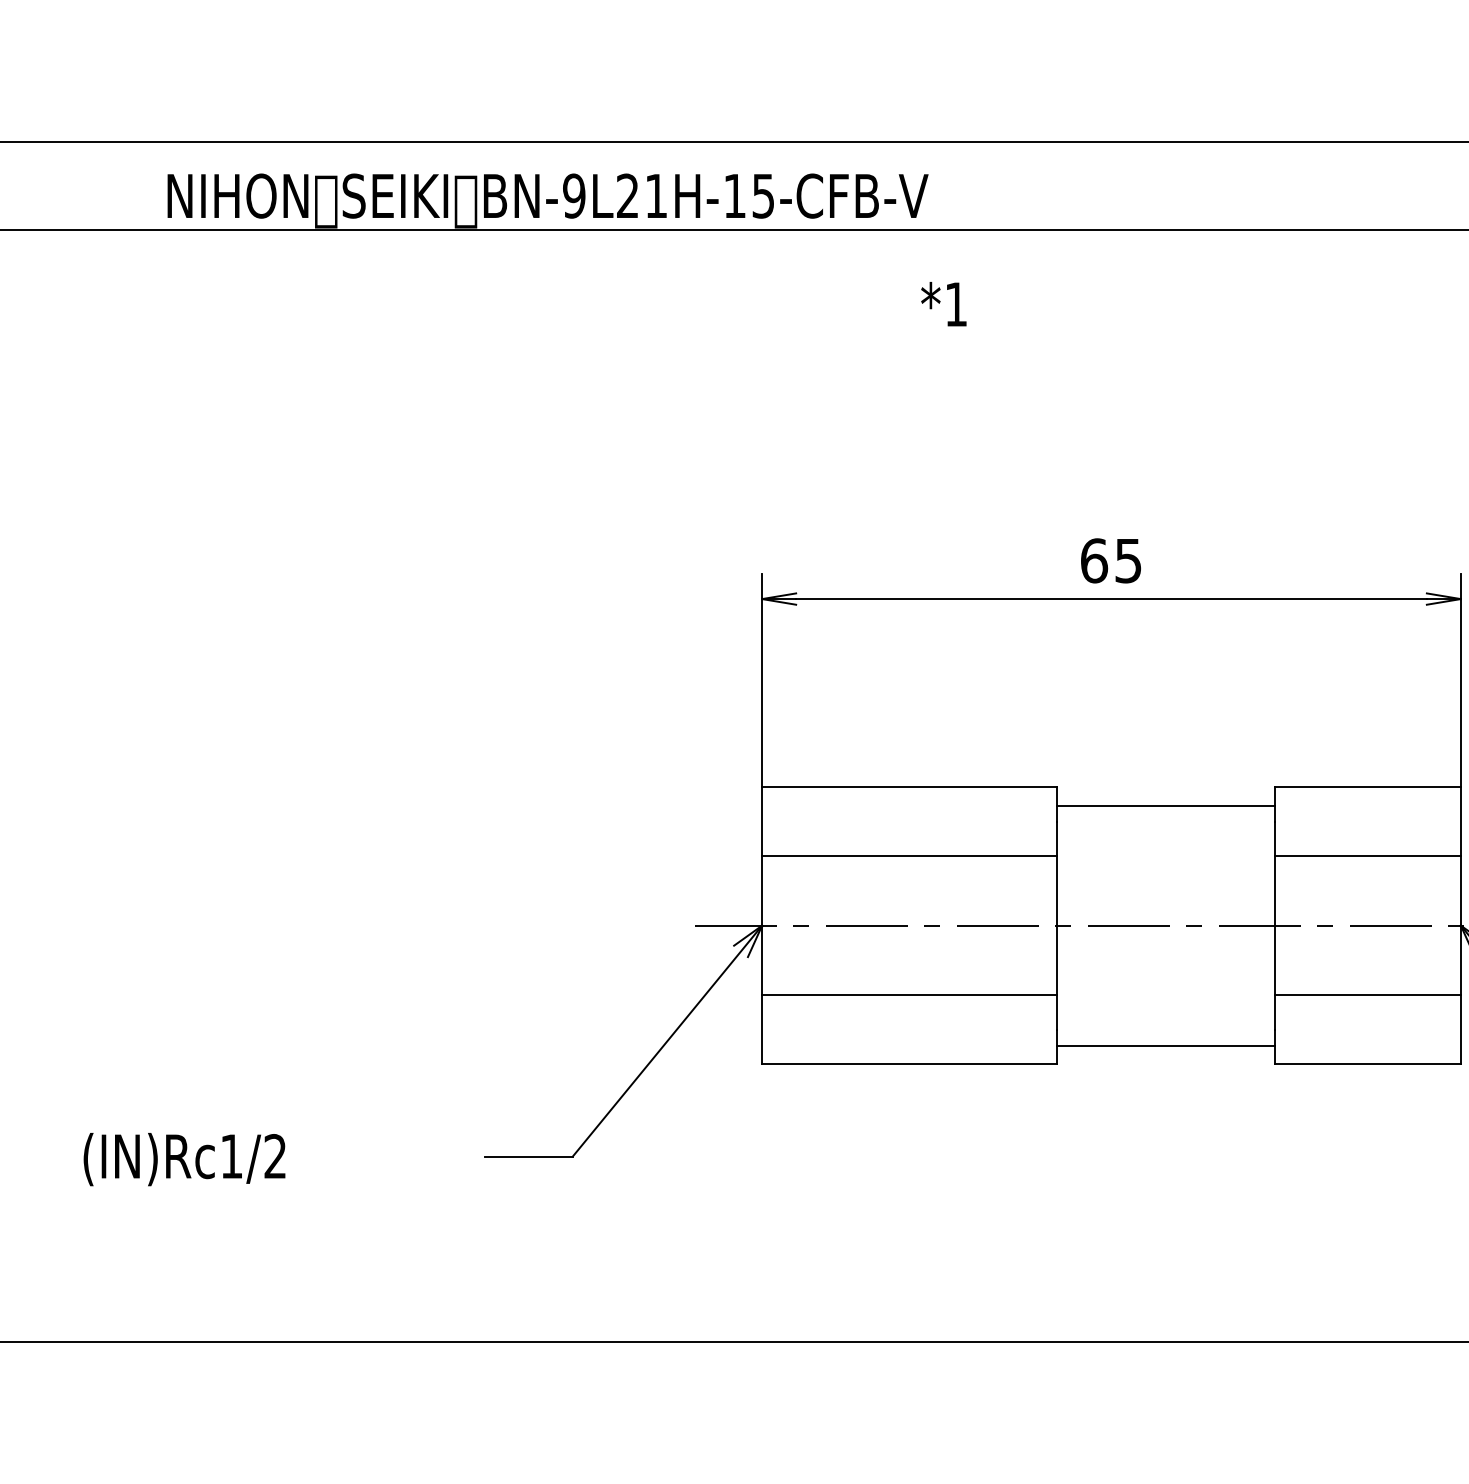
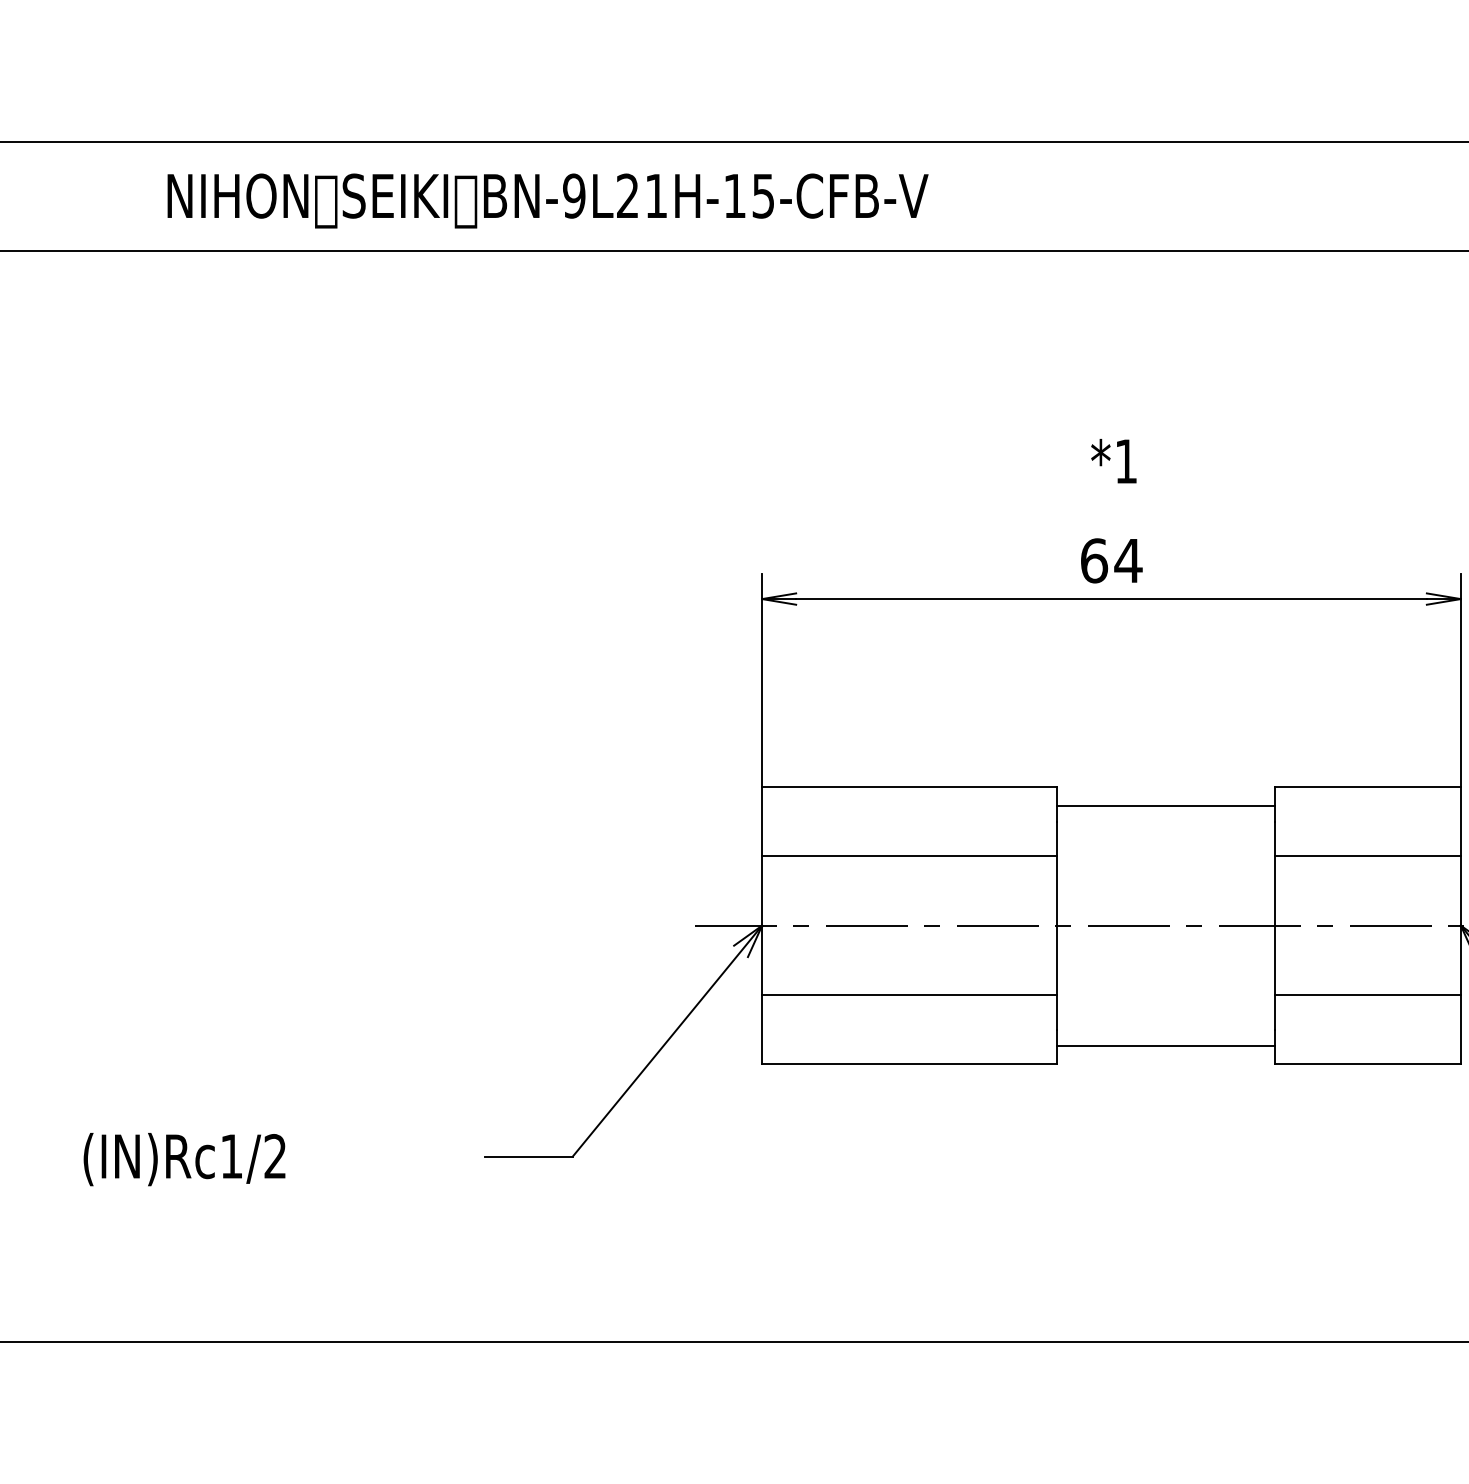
line at (733, 229) position: (733, 229) -> (733, 250)
text at (943, 304) position: (943, 304) -> (1113, 461)
text at (1128, 561): 65 -> 64
